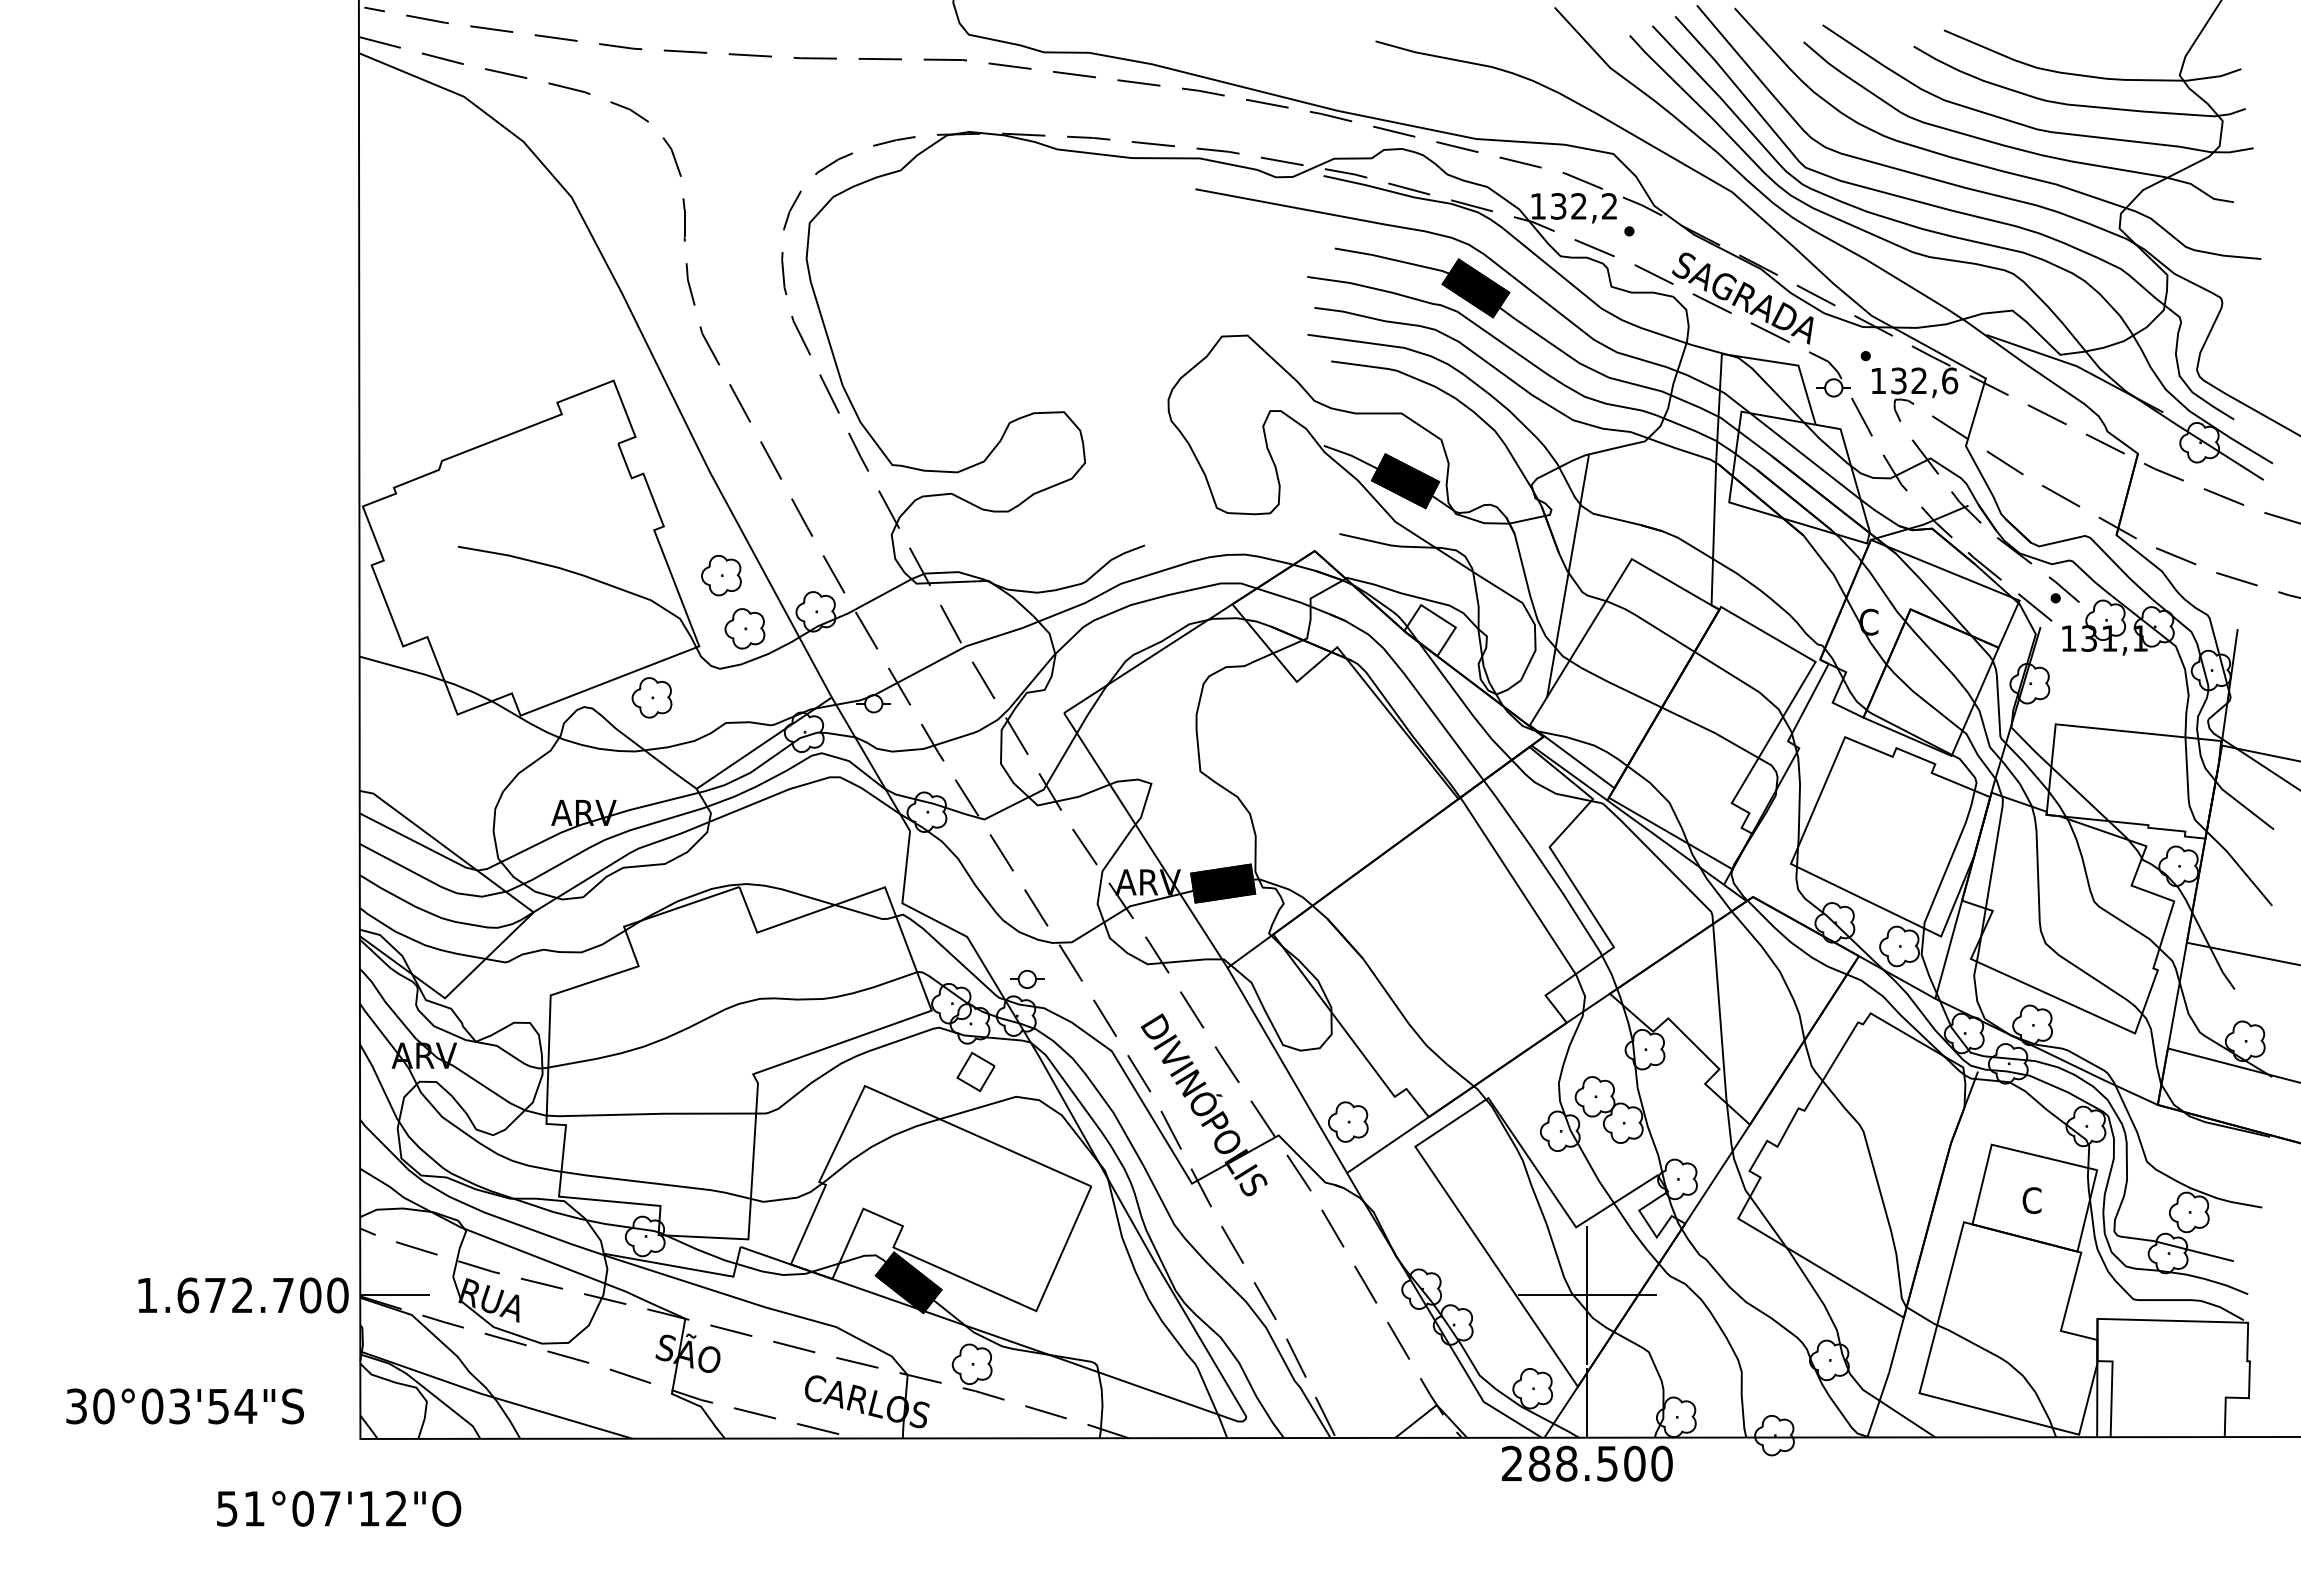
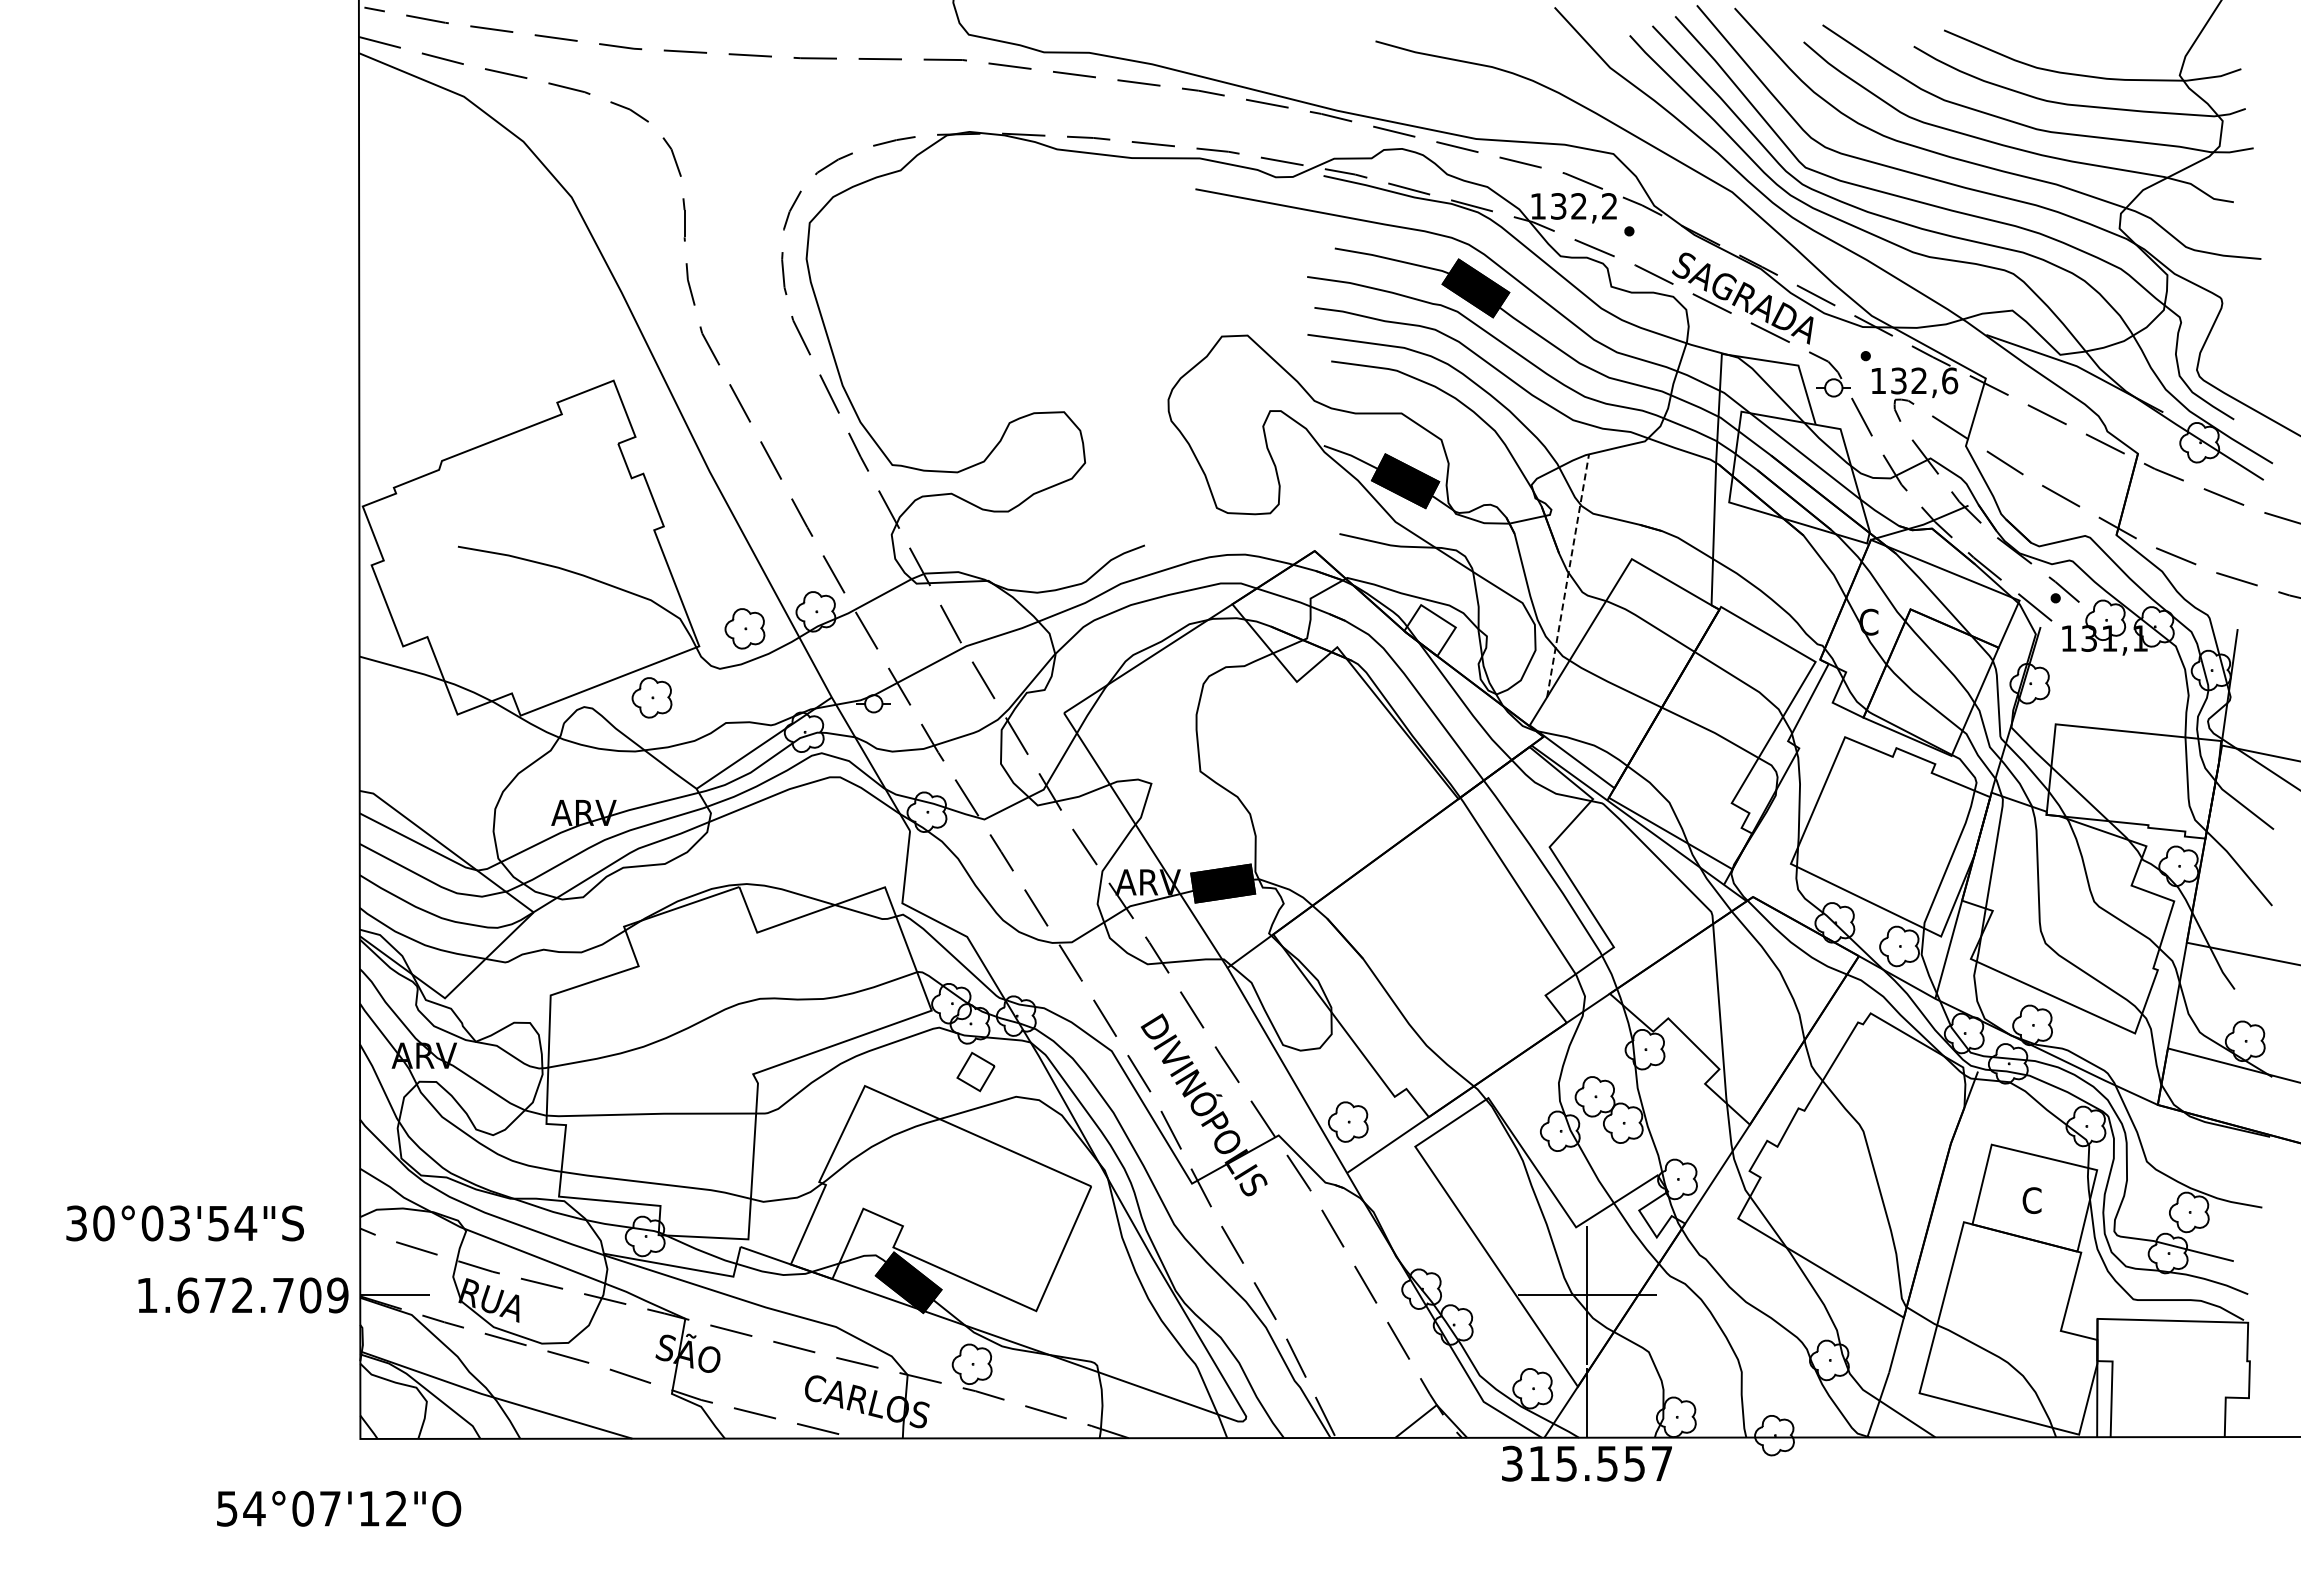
part at (721, 575): present -> none
line at (1568, 575): solid -> dashed
part at (1027, 978): present -> none
text at (337, 1295): 1.672.700 -> 1.672.709
text at (184, 1406) position: (184, 1406) -> (184, 1223)
text at (1587, 1463): 288.500 -> 315.557
text at (254, 1508): 51°07'12"O -> 54°07'12"O
